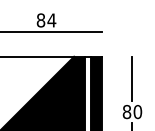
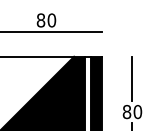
text at (51, 20): 84 -> 80
